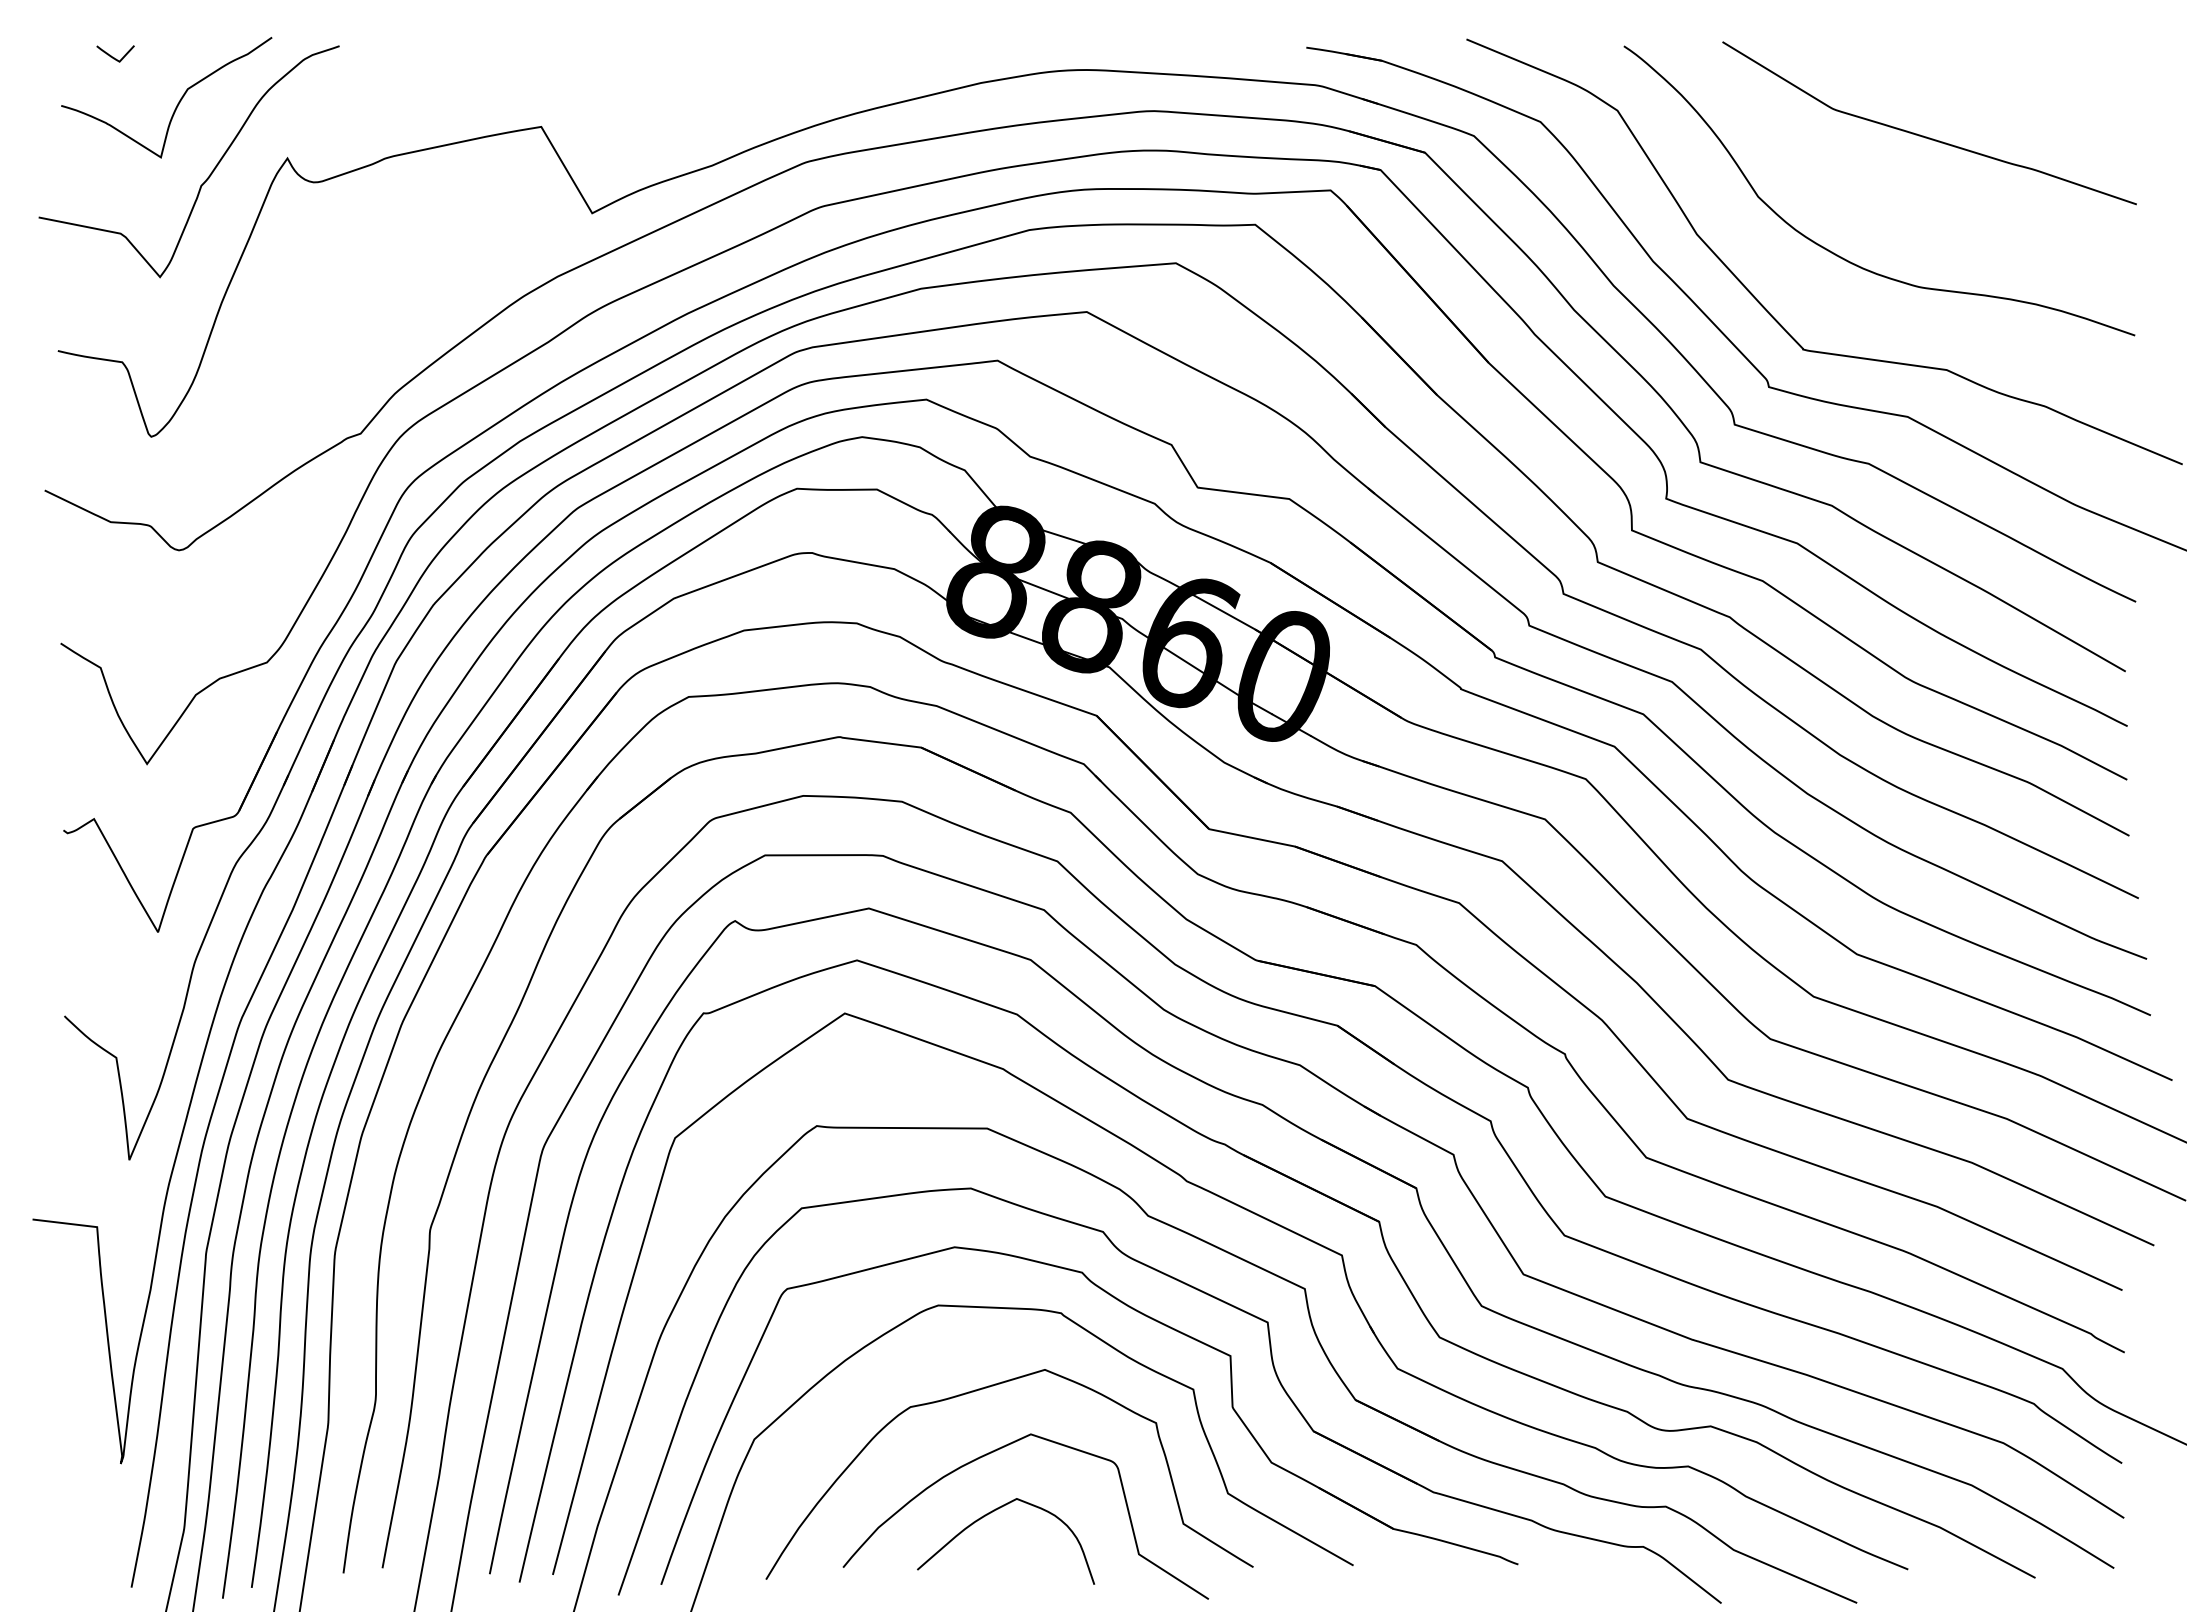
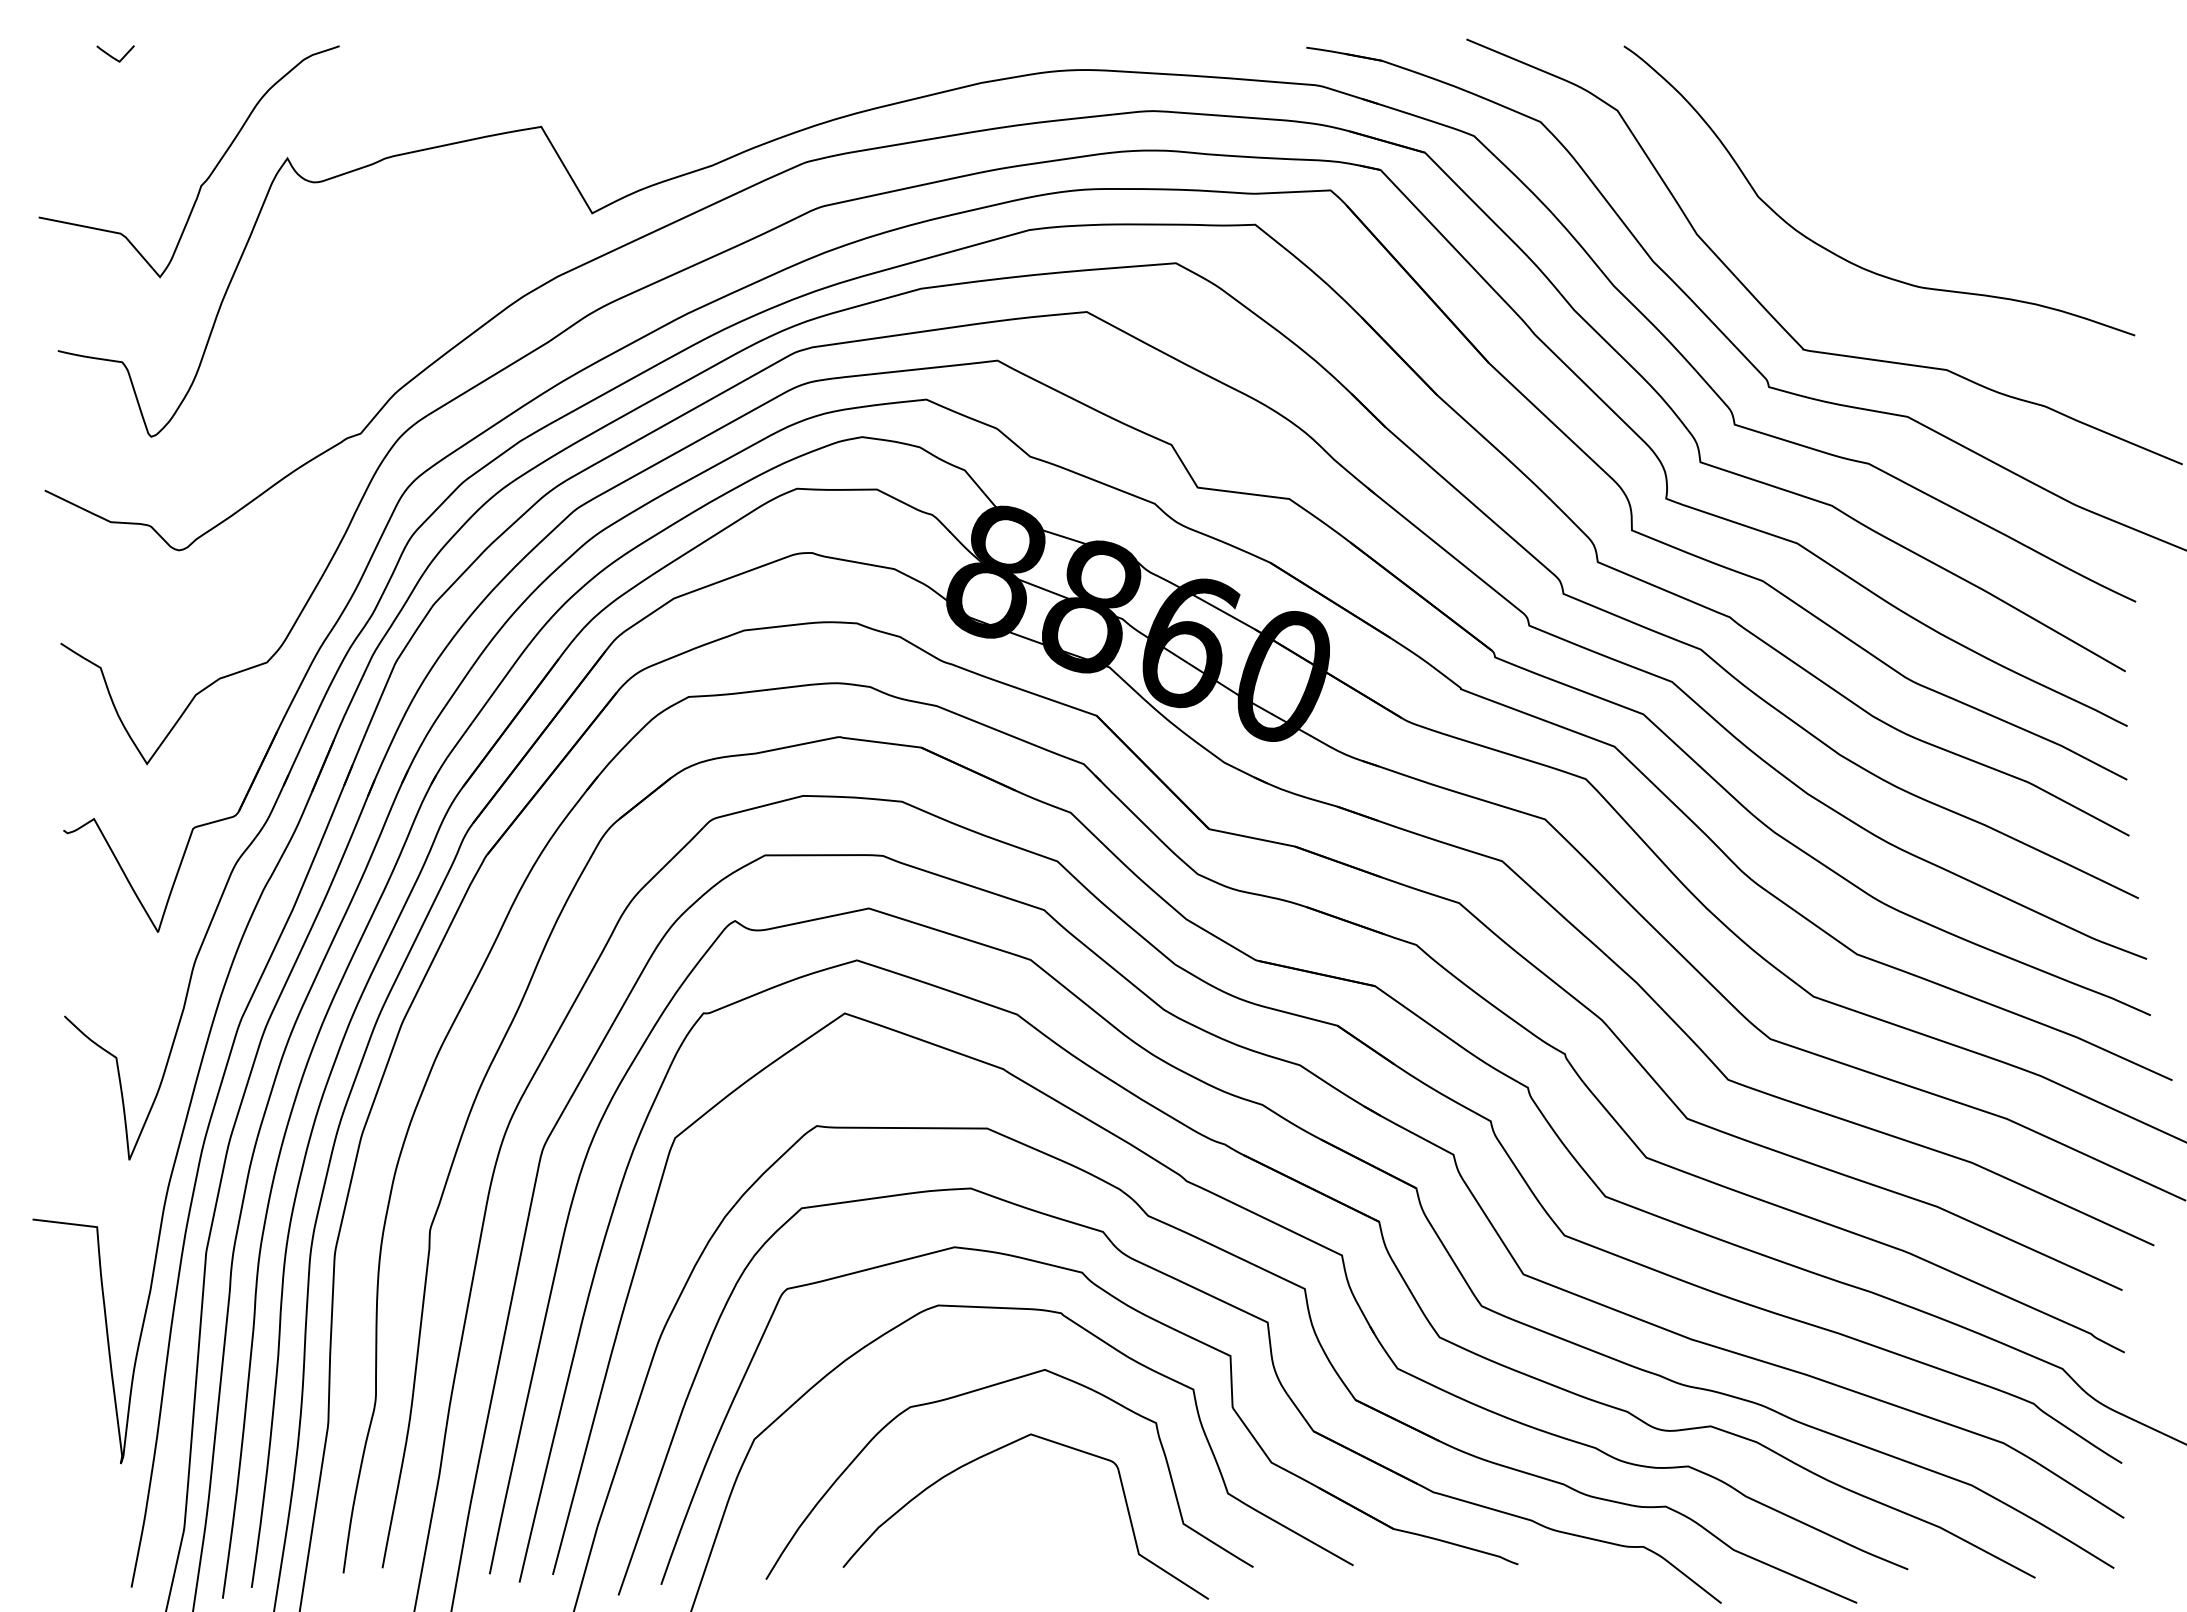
curve at (177, 103): present -> none
curve at (1926, 136): present -> none
curve at (991, 1513): present -> none
